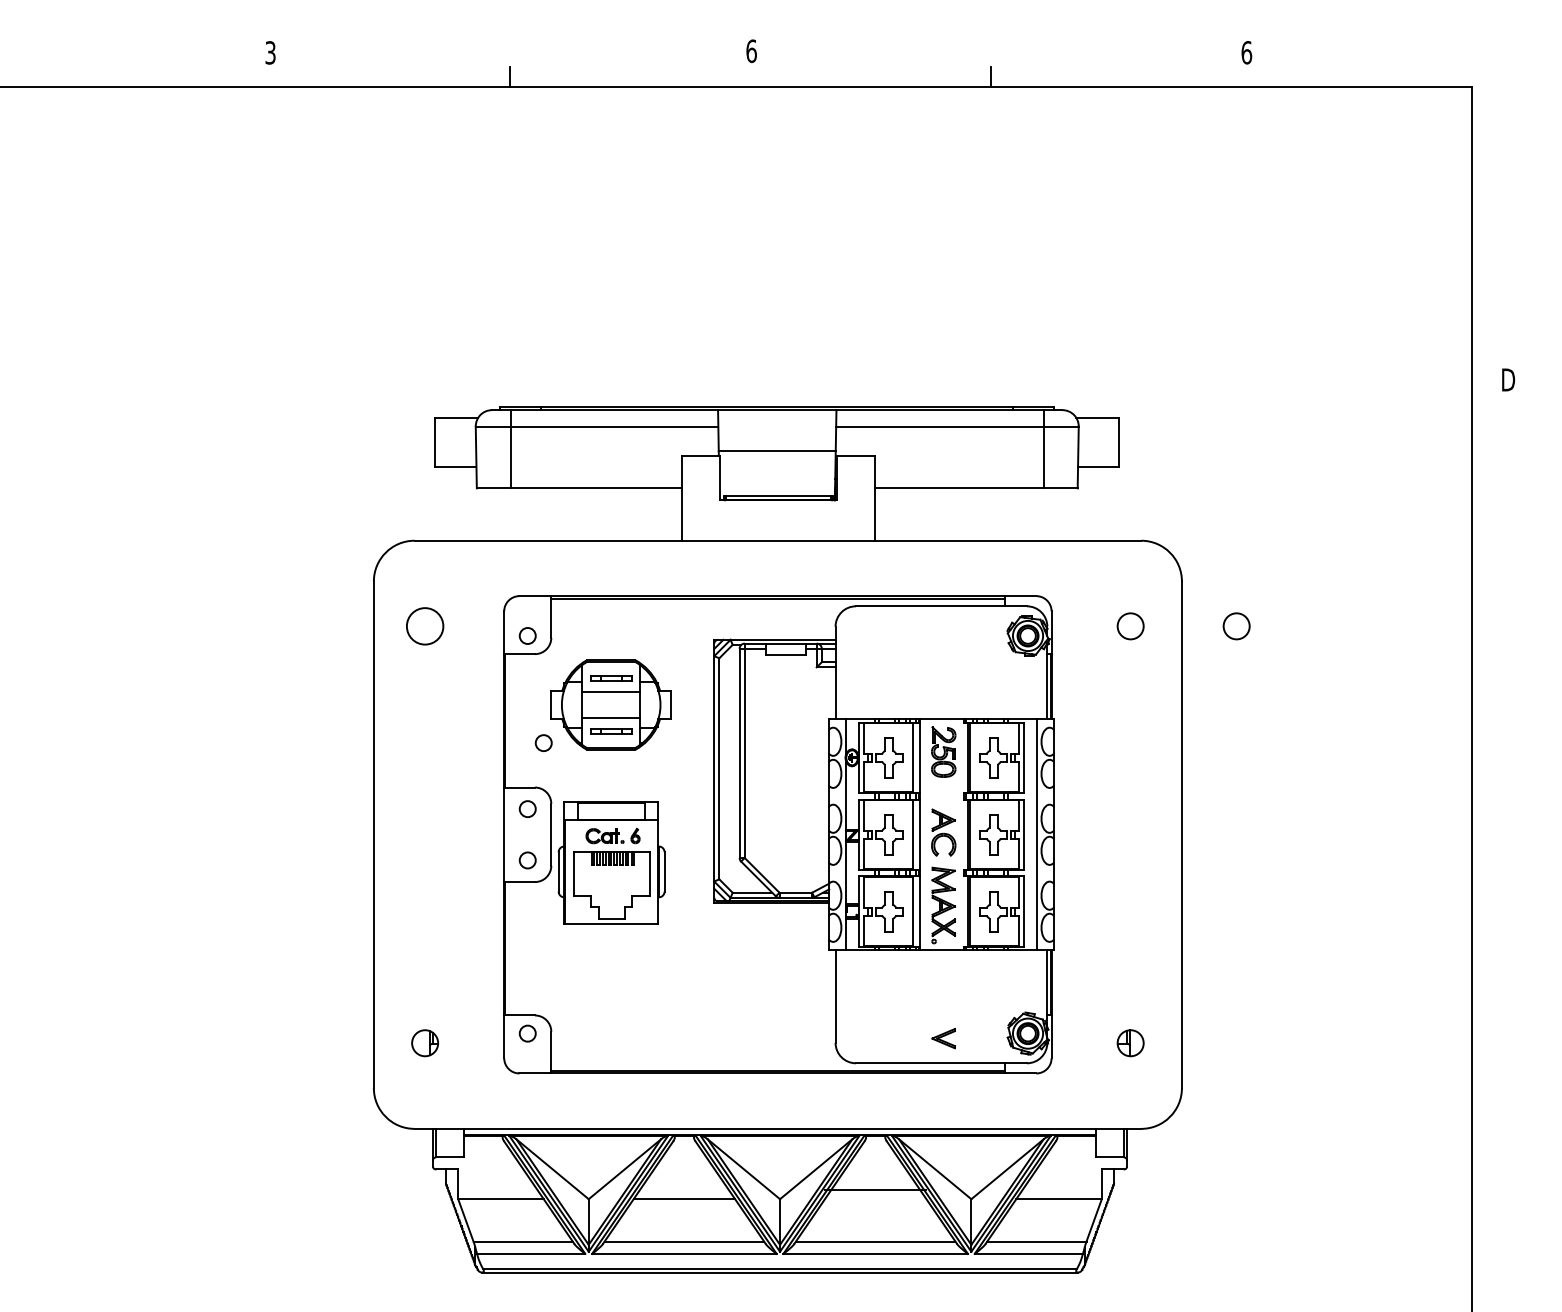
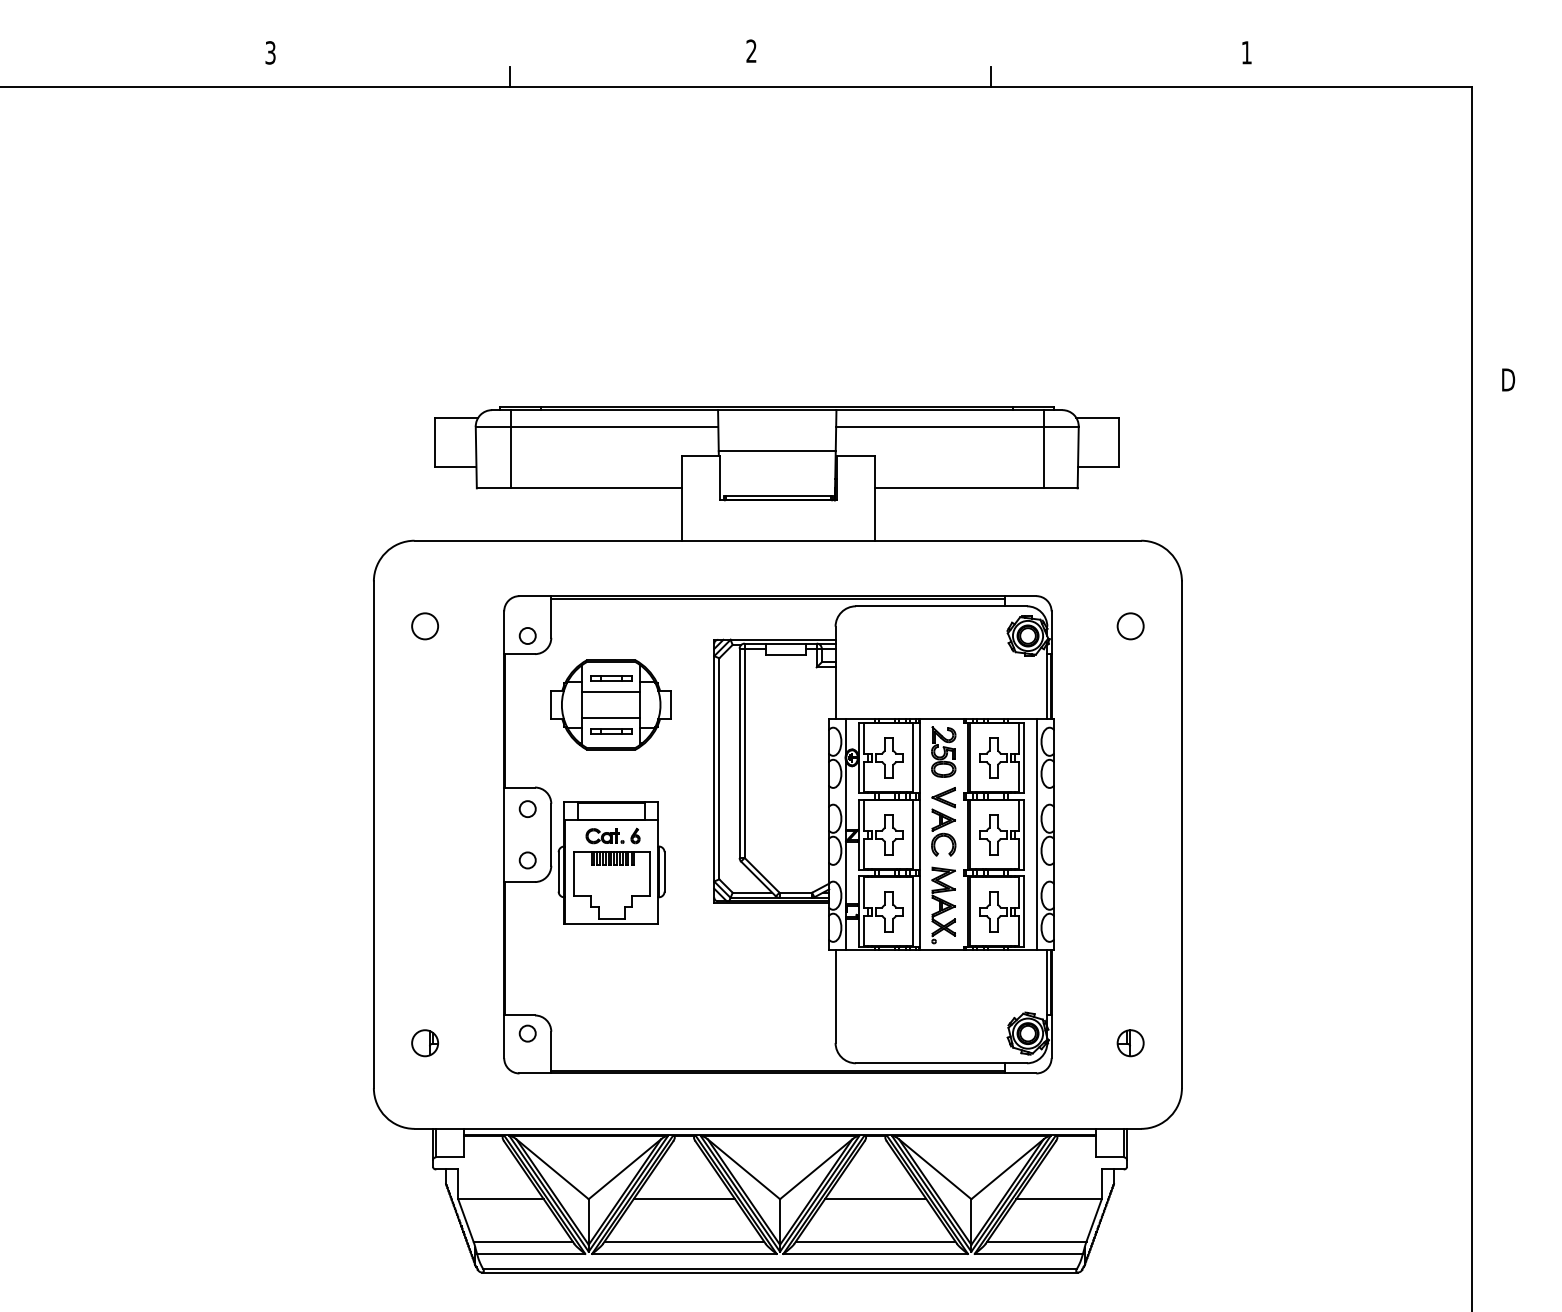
text at (751, 51): 6 -> 2
text at (1246, 52): 6 -> 1
circle at (424, 626) diameter: 36 px -> 26 px
circle at (1236, 626): present -> none
circle at (543, 742): present -> none
part at (943, 1038) position: (943, 1038) -> (943, 797)
line at (875, 1190) position: (875, 1190) -> (875, 1199)
